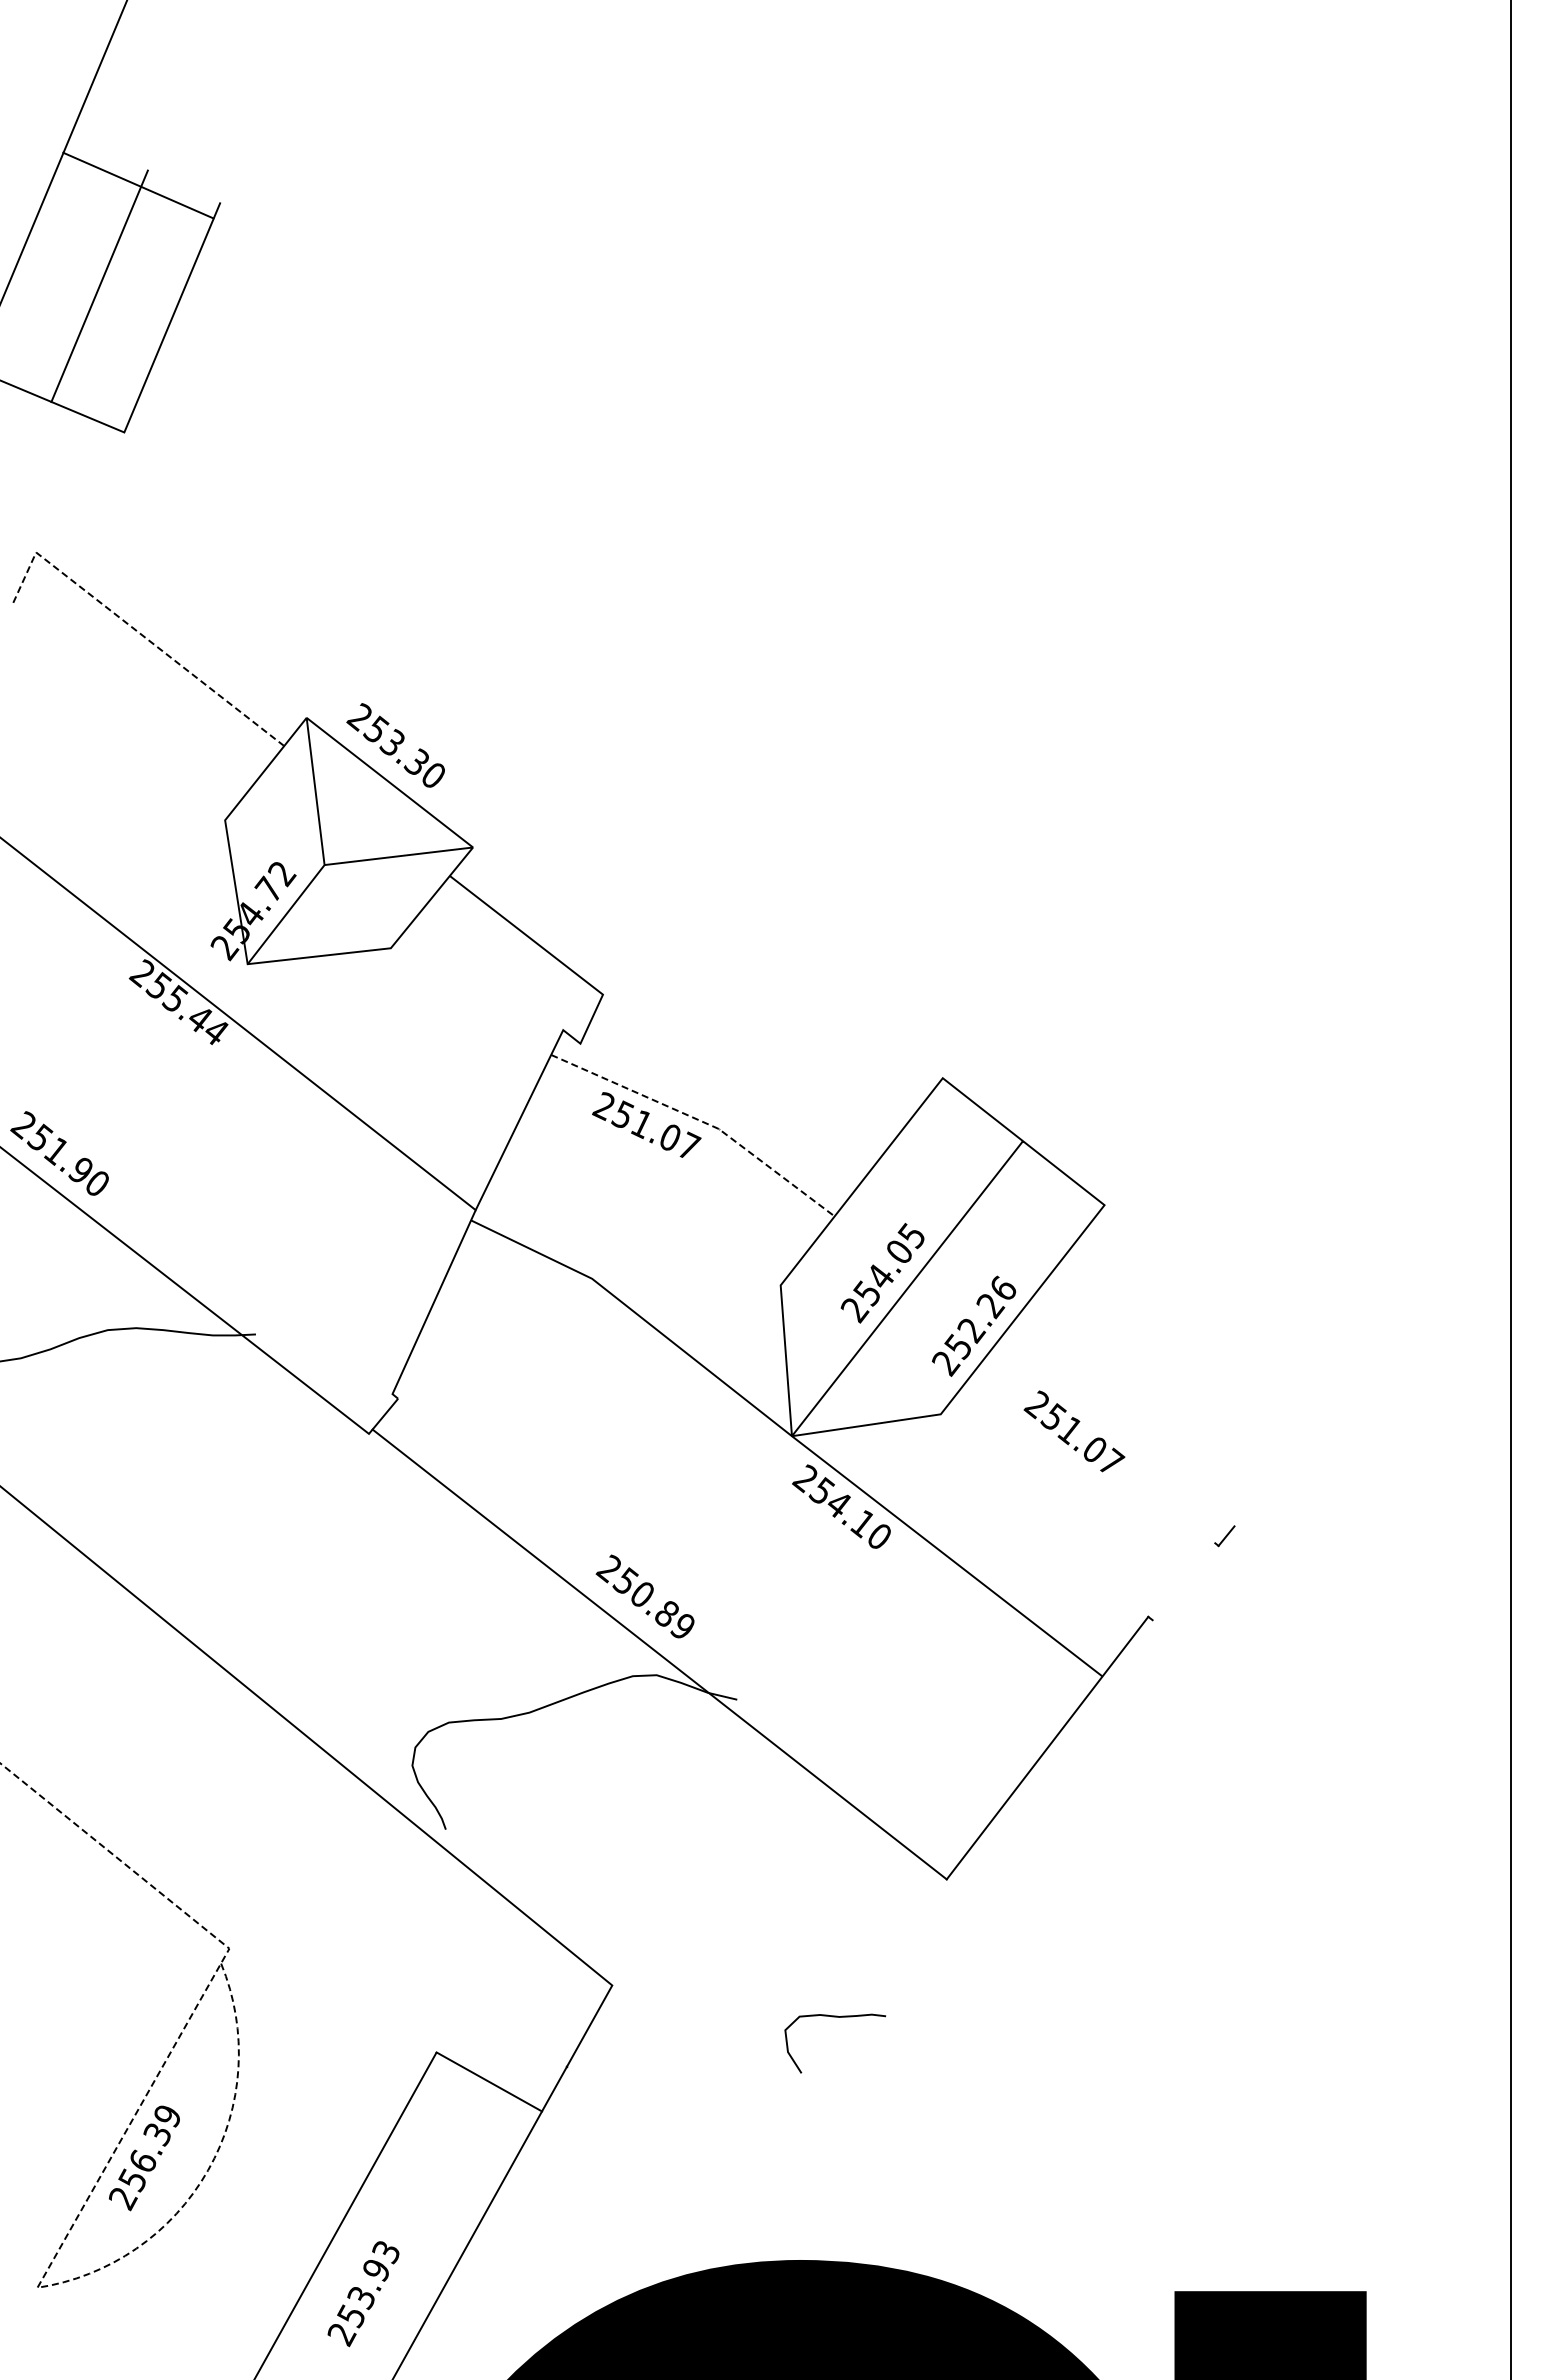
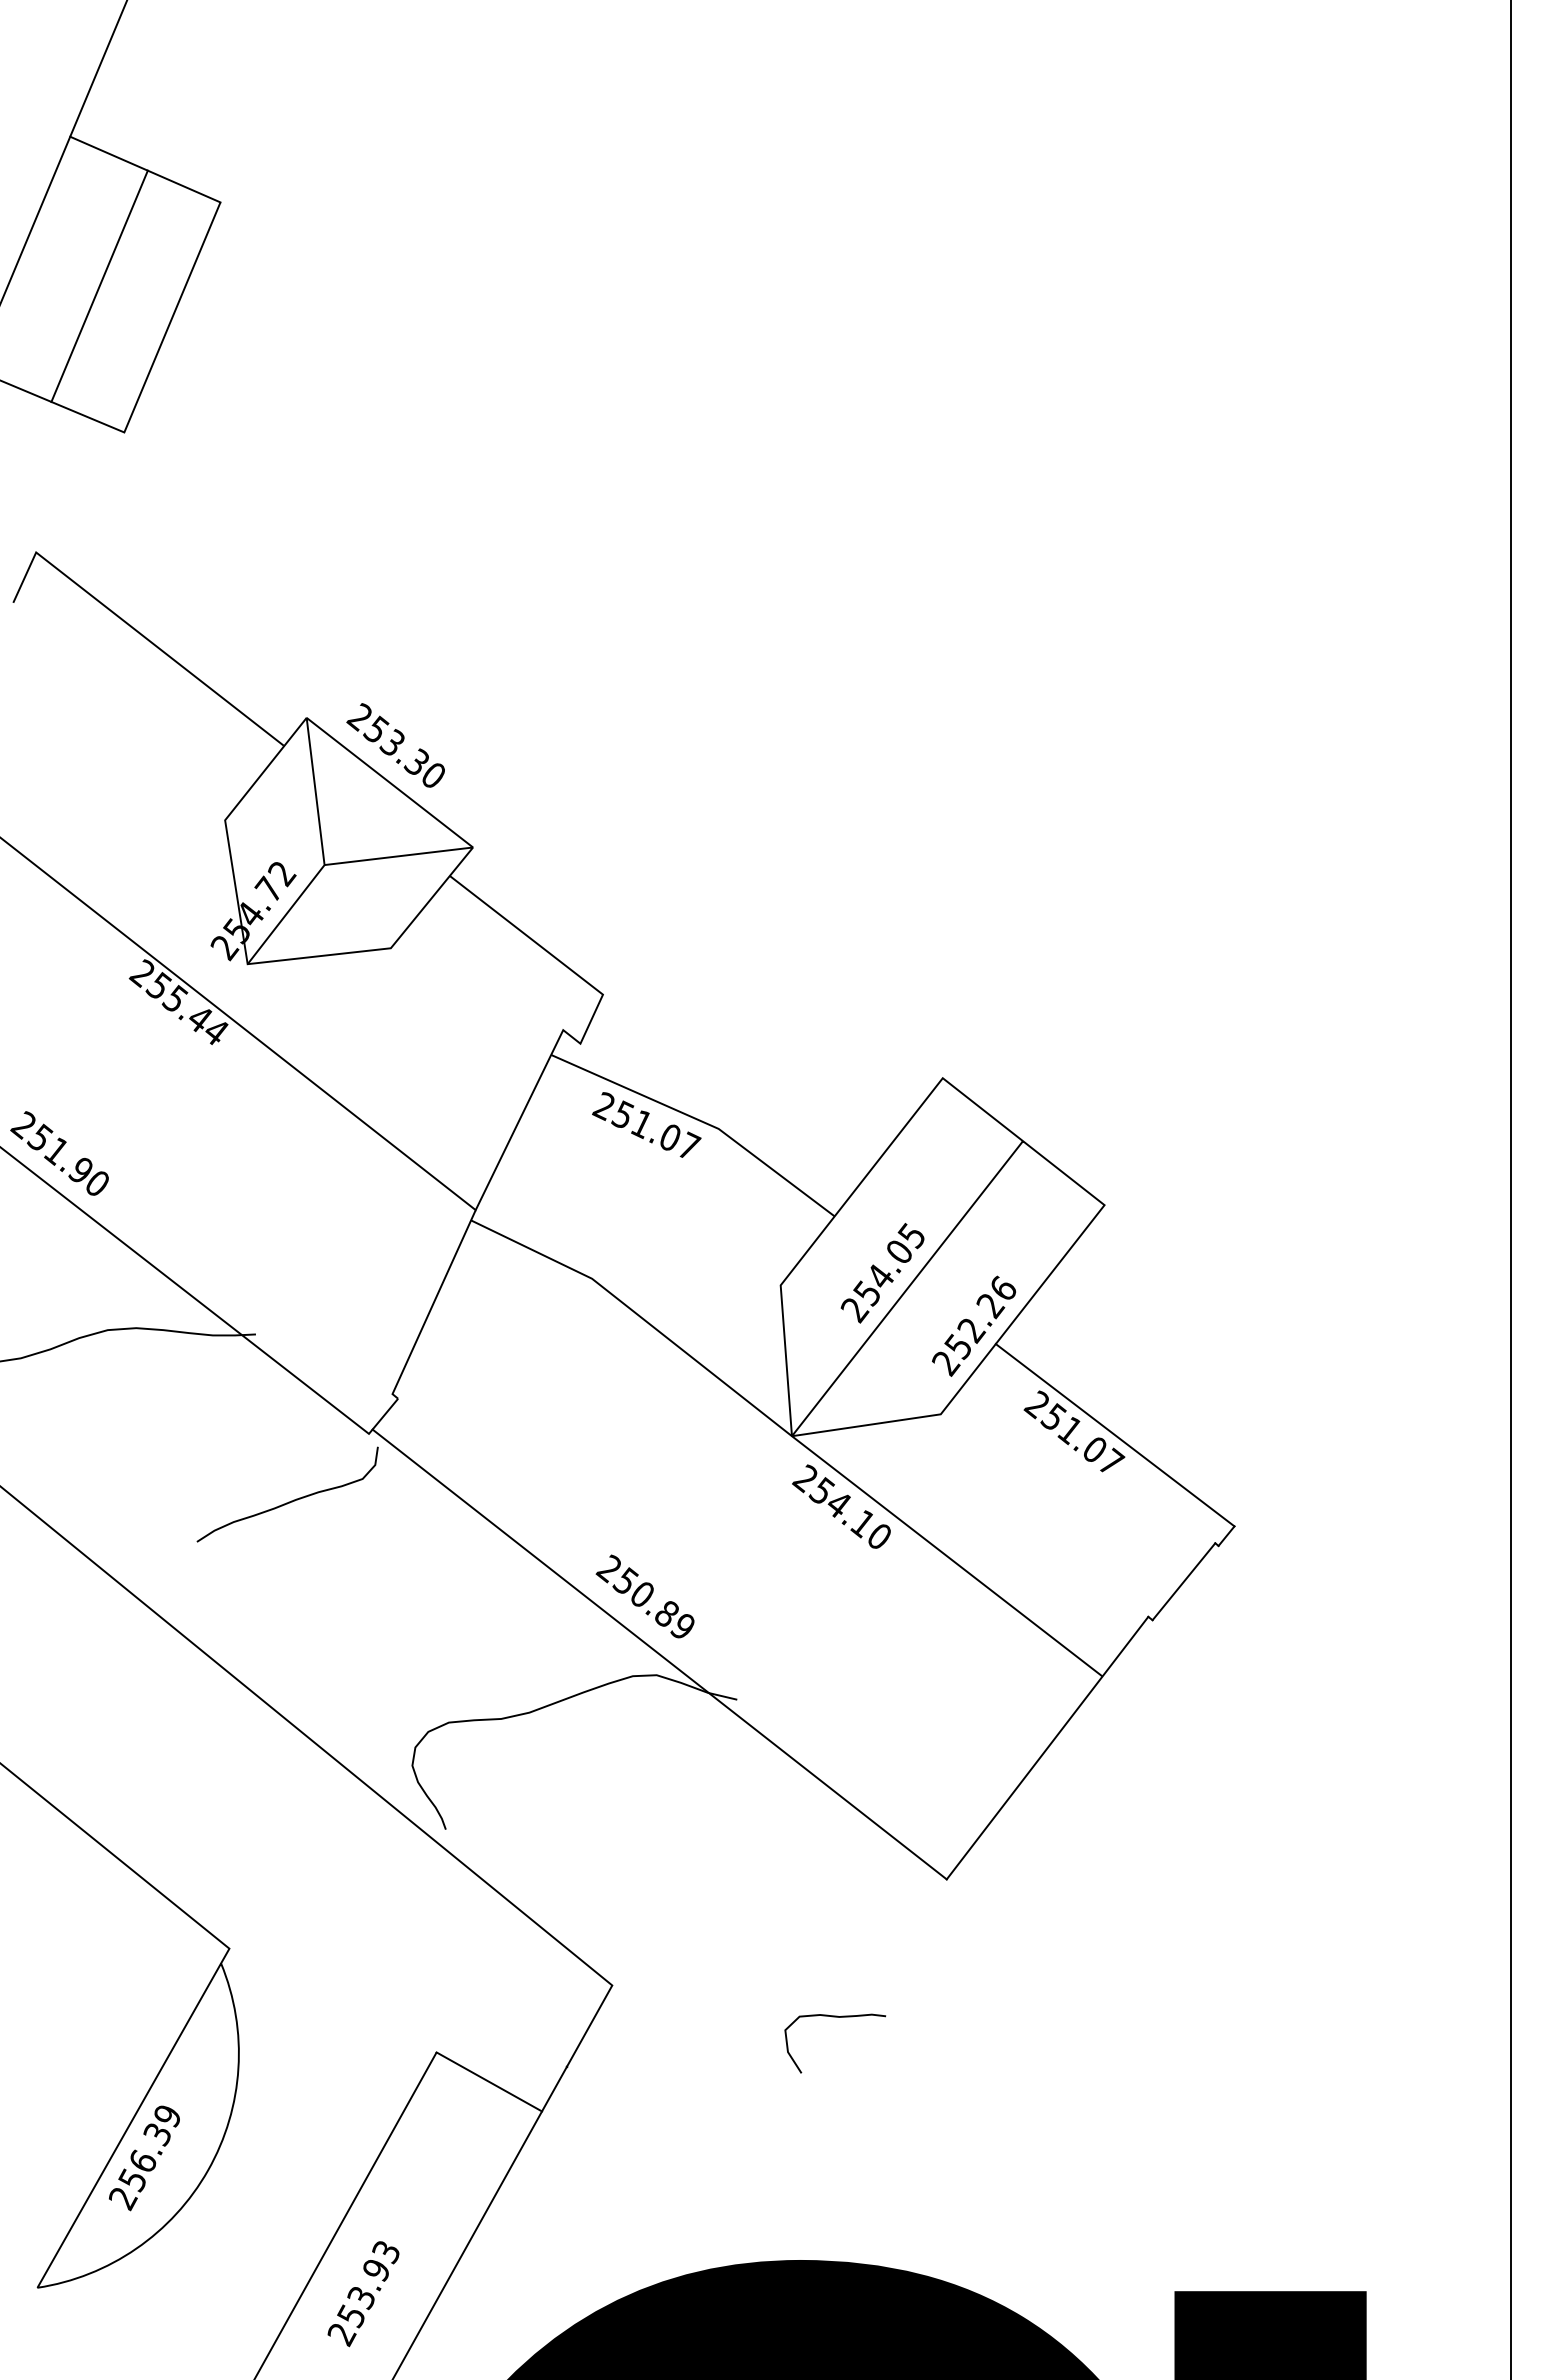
line at (138, 185) position: (138, 185) -> (145, 169)
line at (137, 631): dashed -> solid
line at (702, 1121): dashed -> solid
line at (1114, 1435): none -> present
curve at (288, 1501): none -> present
line at (1183, 1581): none -> present
line at (88, 2198): dashed -> solid
